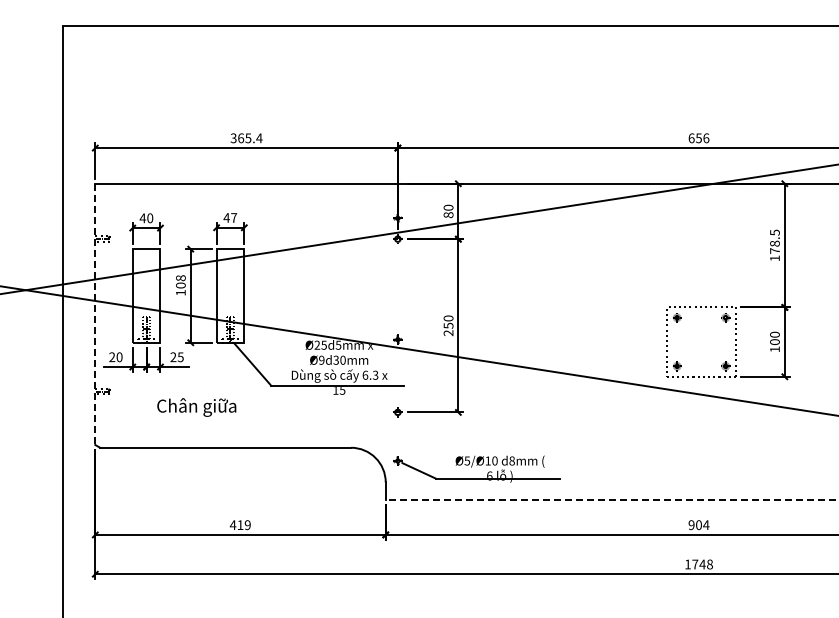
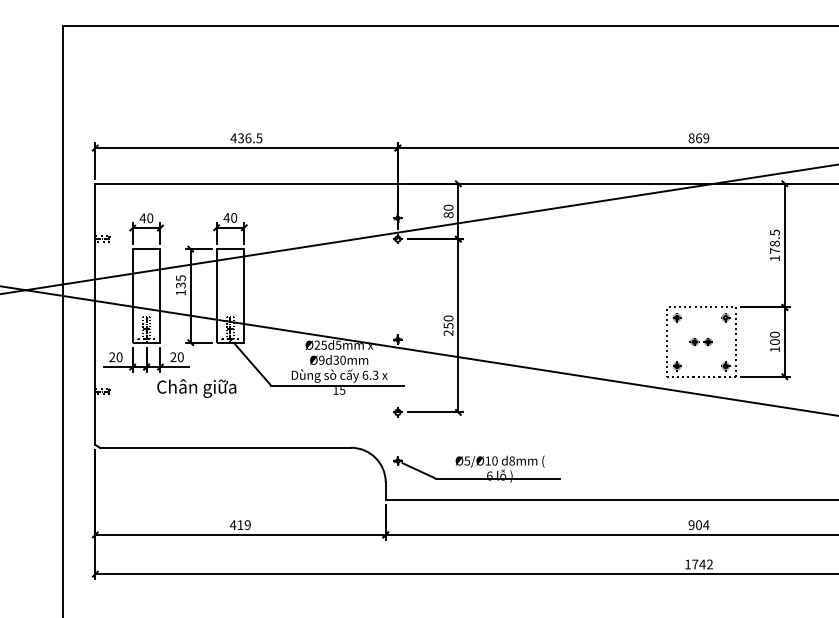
text at (246, 138): 365.4 -> 436.5
text at (698, 138): 656 -> 869
text at (234, 217): 47 -> 40
text at (180, 281): 108 -> 135
line at (95, 314): dashed -> solid
part at (700, 342): none -> present
text at (180, 357): 25 -> 20
text at (196, 407) position: (196, 407) -> (196, 388)
line at (611, 500): dashed -> solid
text at (709, 564): 1748 -> 1742
